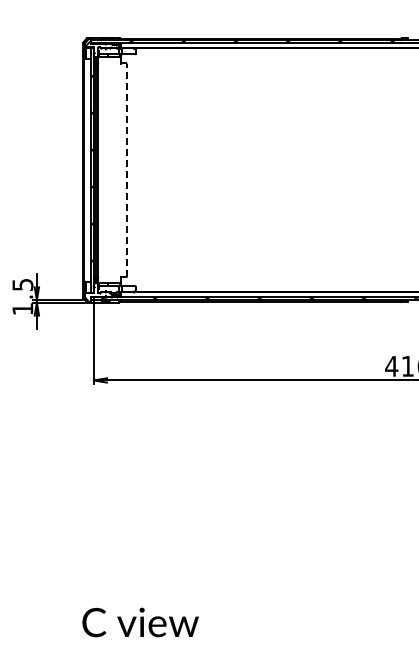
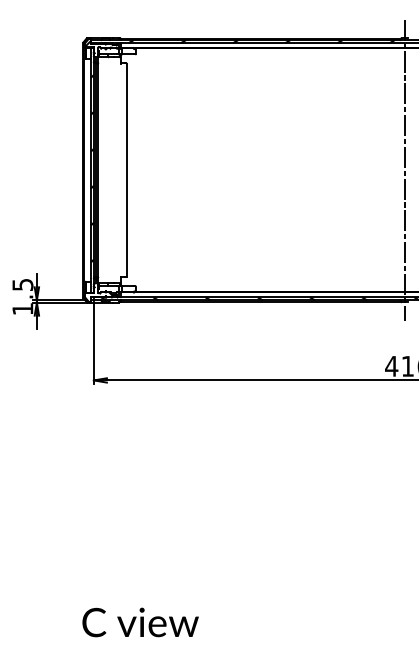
line at (126, 169): dashed -> solid
line at (404, 169): none -> present
